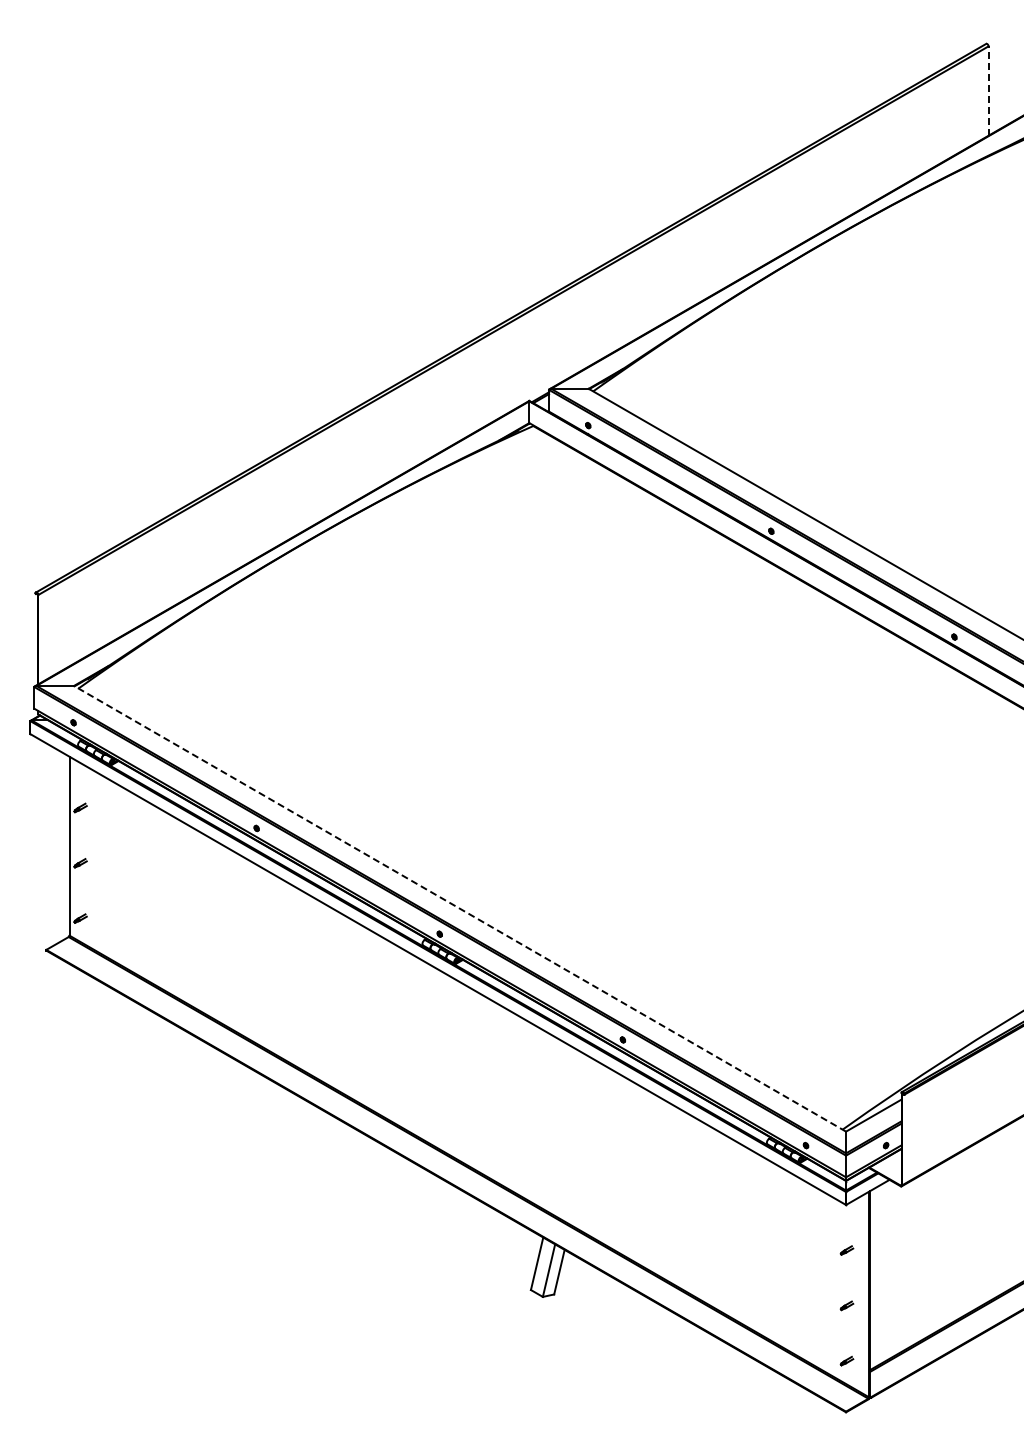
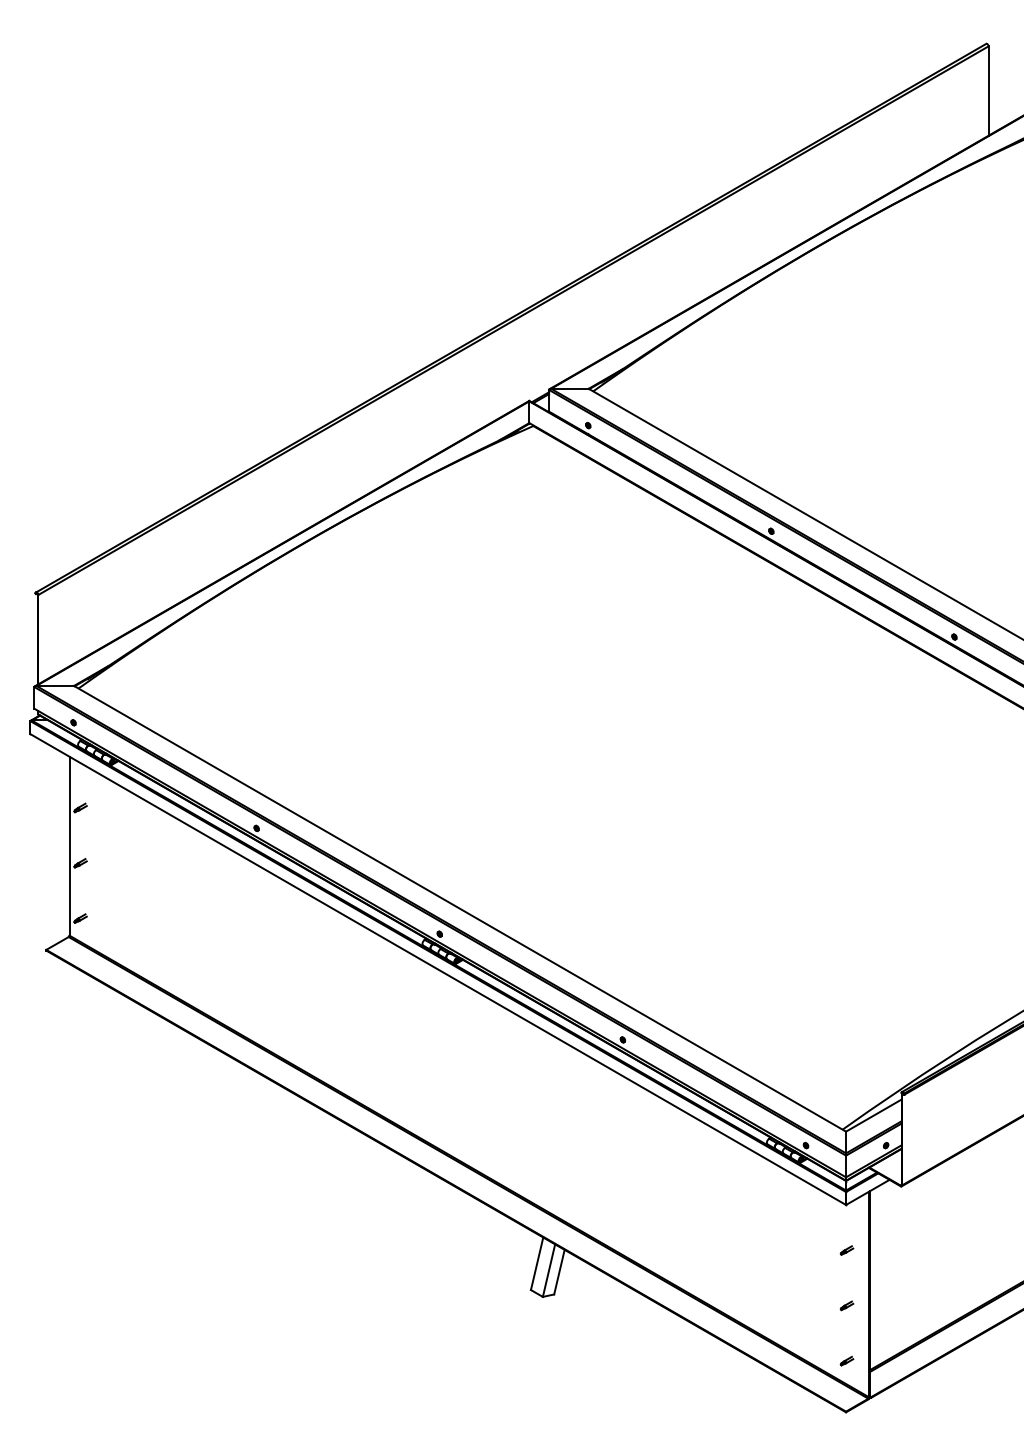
line at (988, 91): dashed -> solid
line at (460, 908): dashed -> solid
